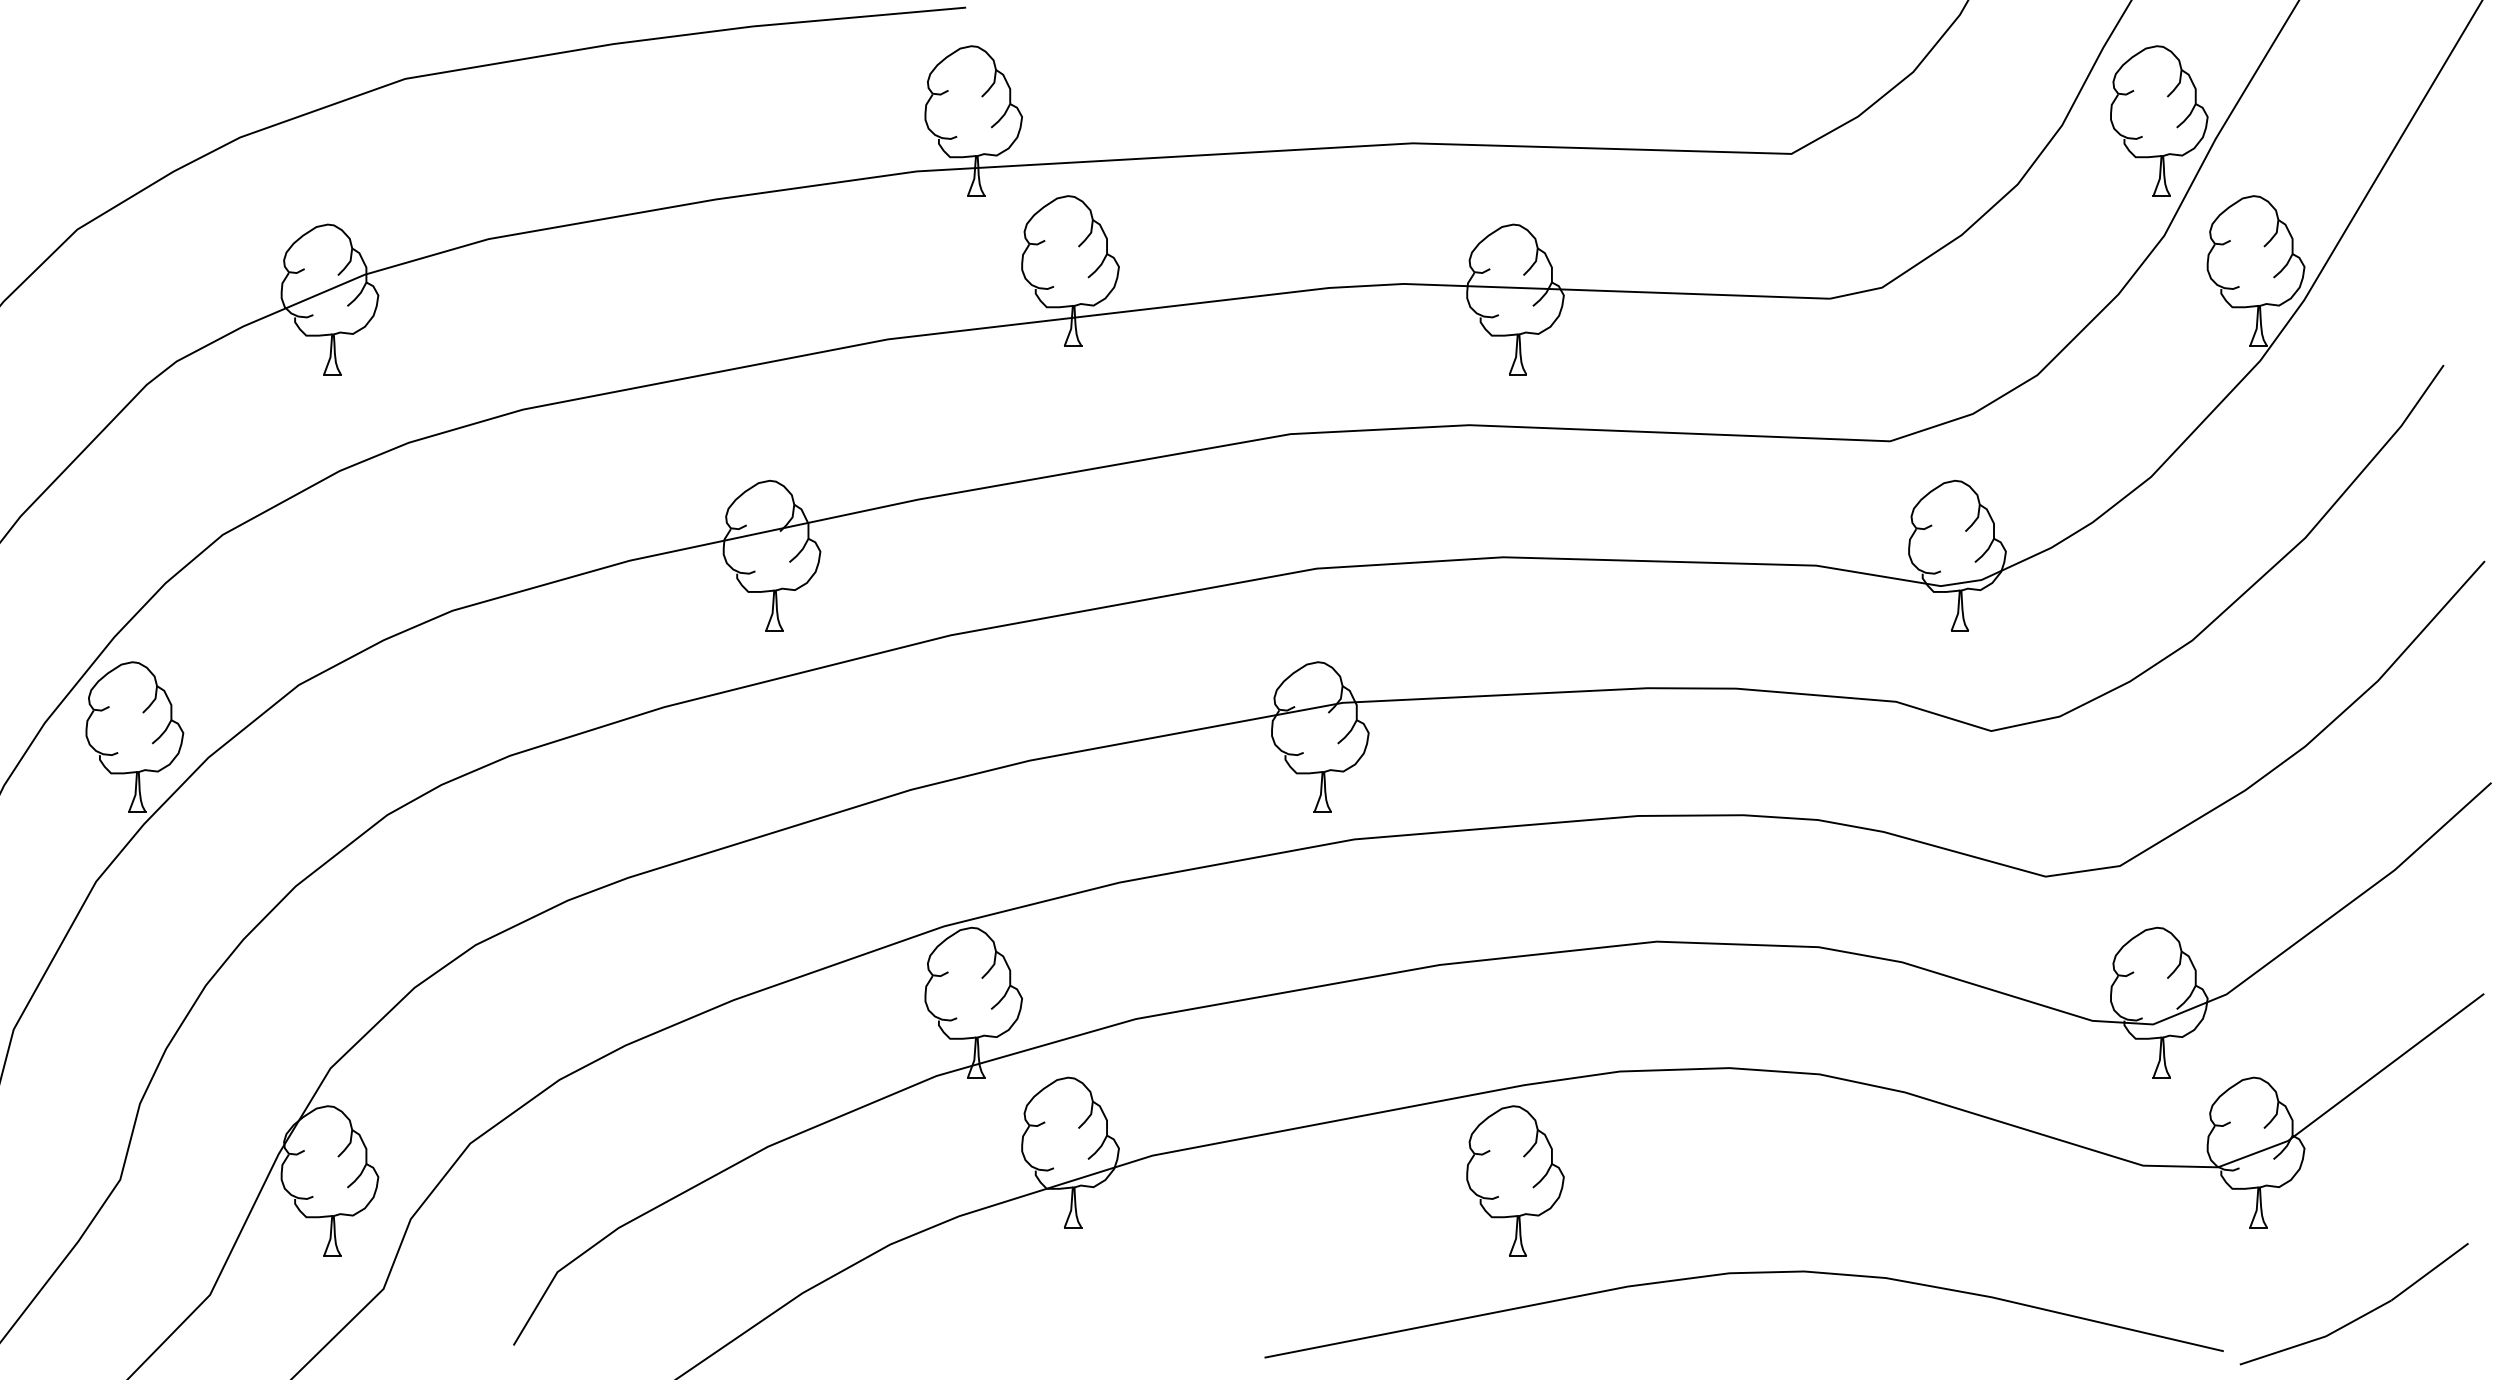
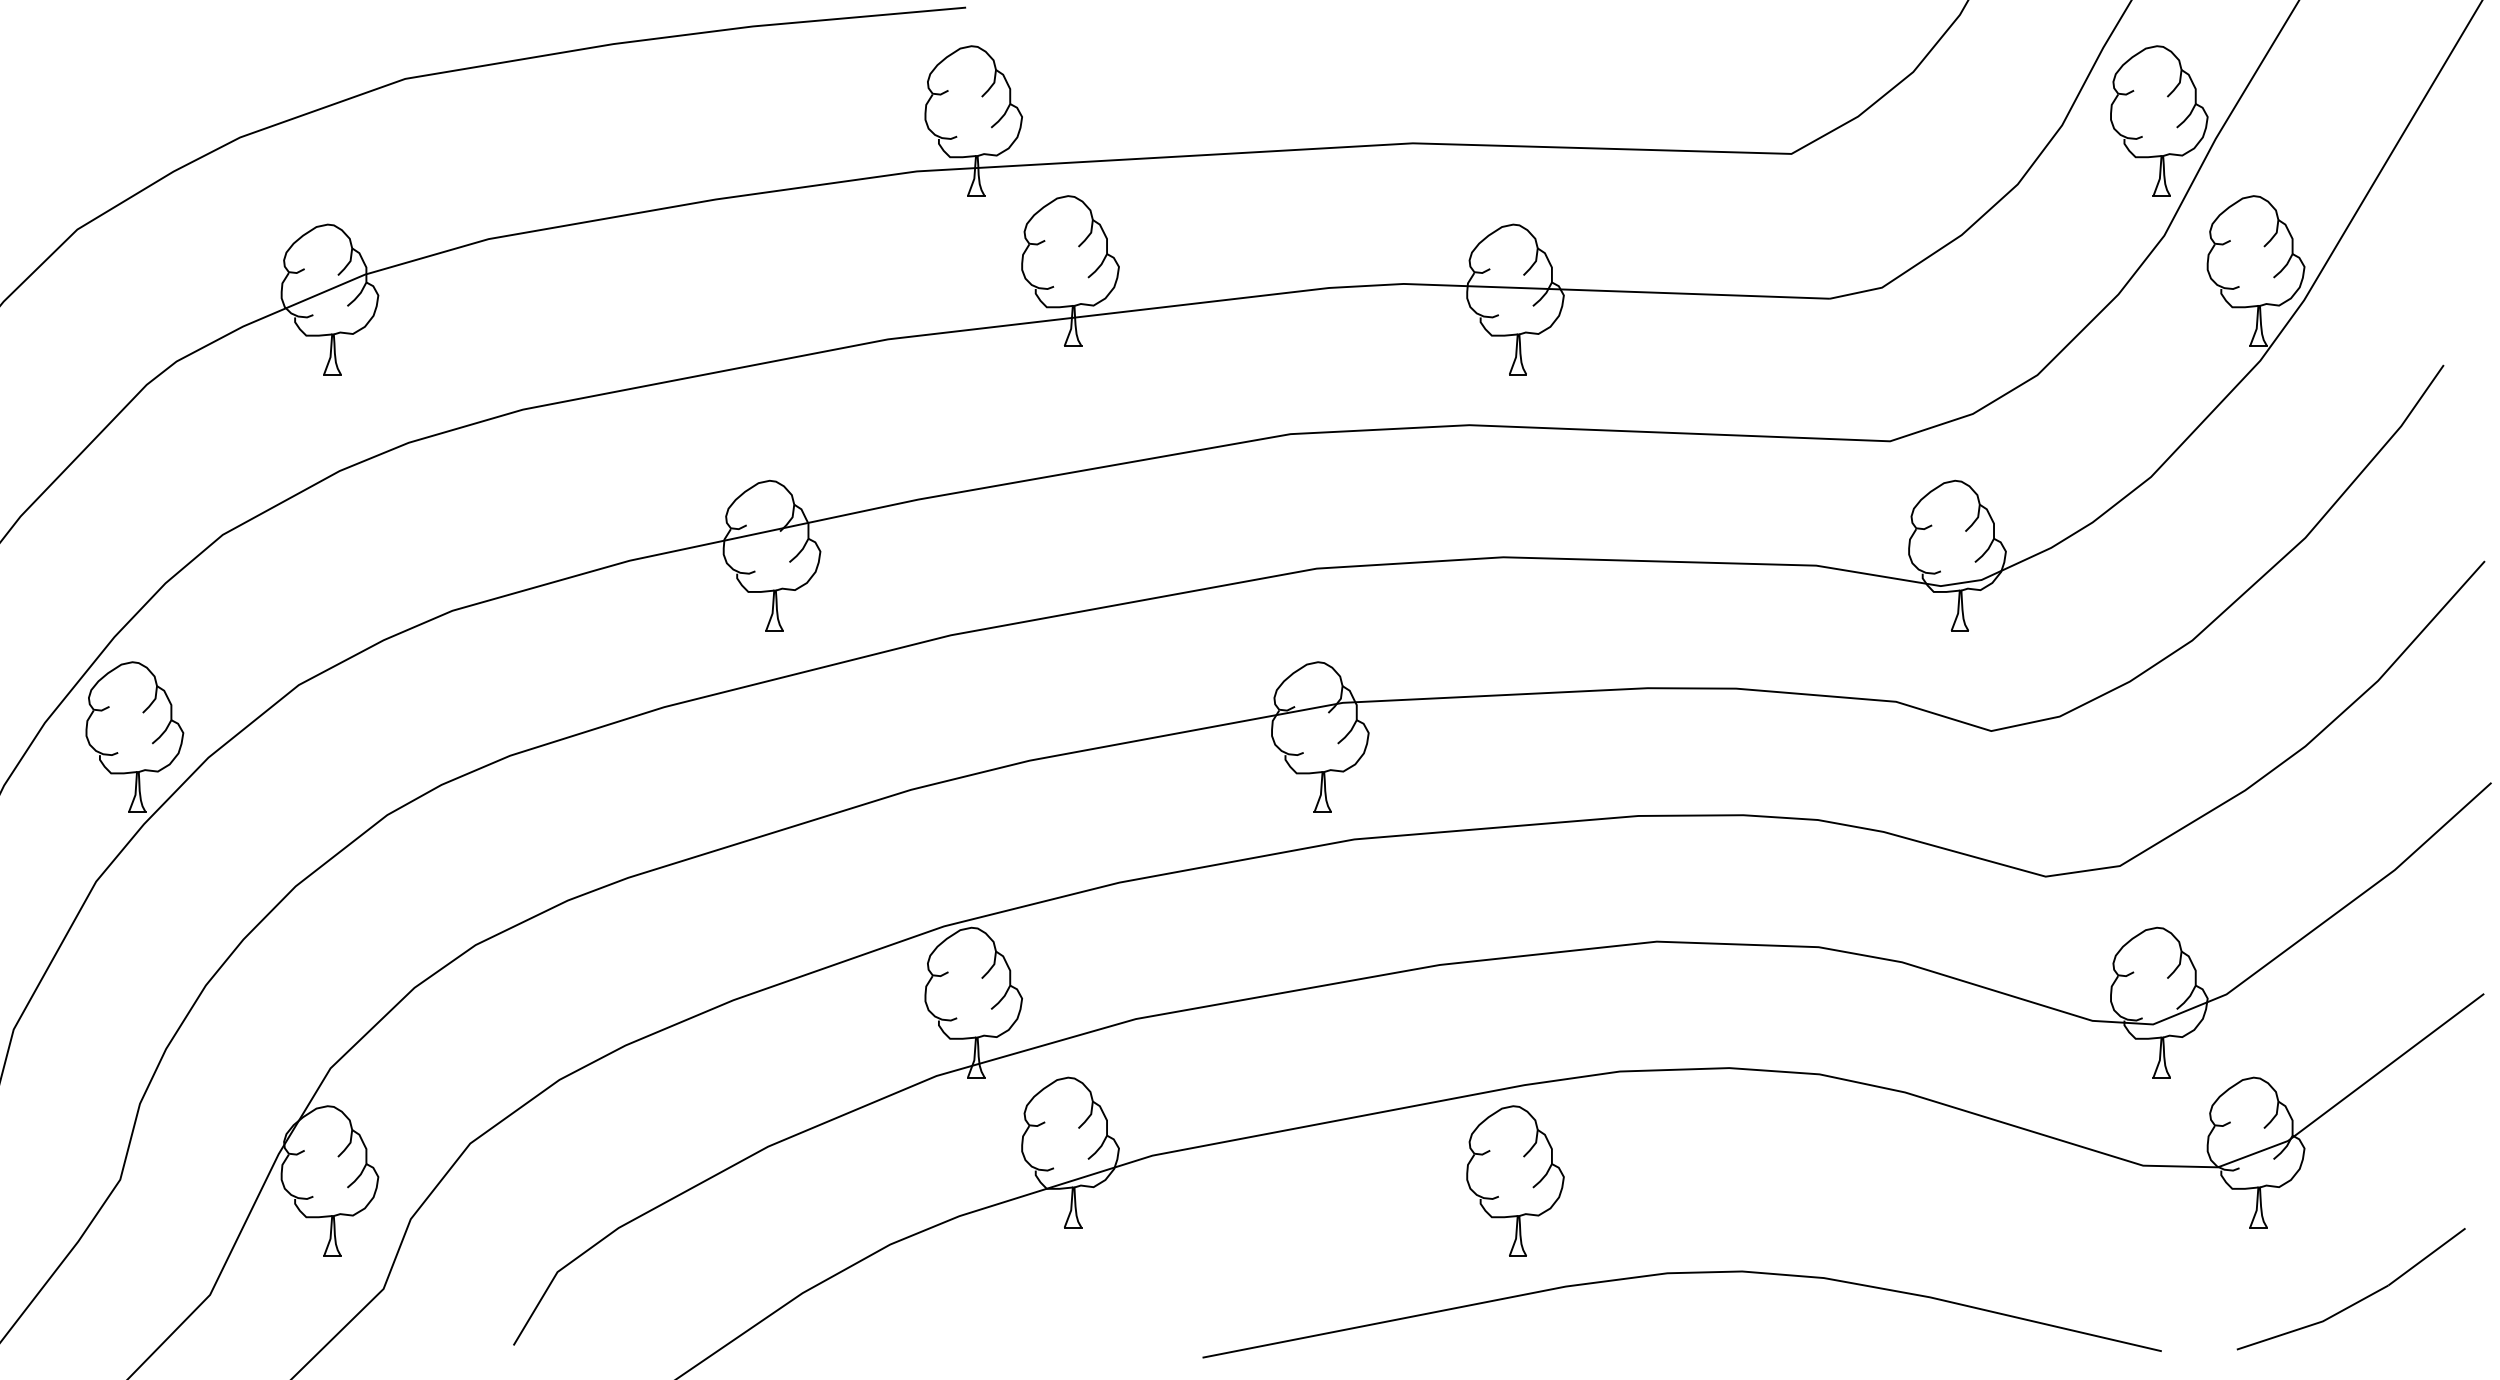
curve at (1743, 1273) position: (1743, 1273) -> (1681, 1273)
part at (2359, 1316) position: (2359, 1316) -> (2356, 1301)
